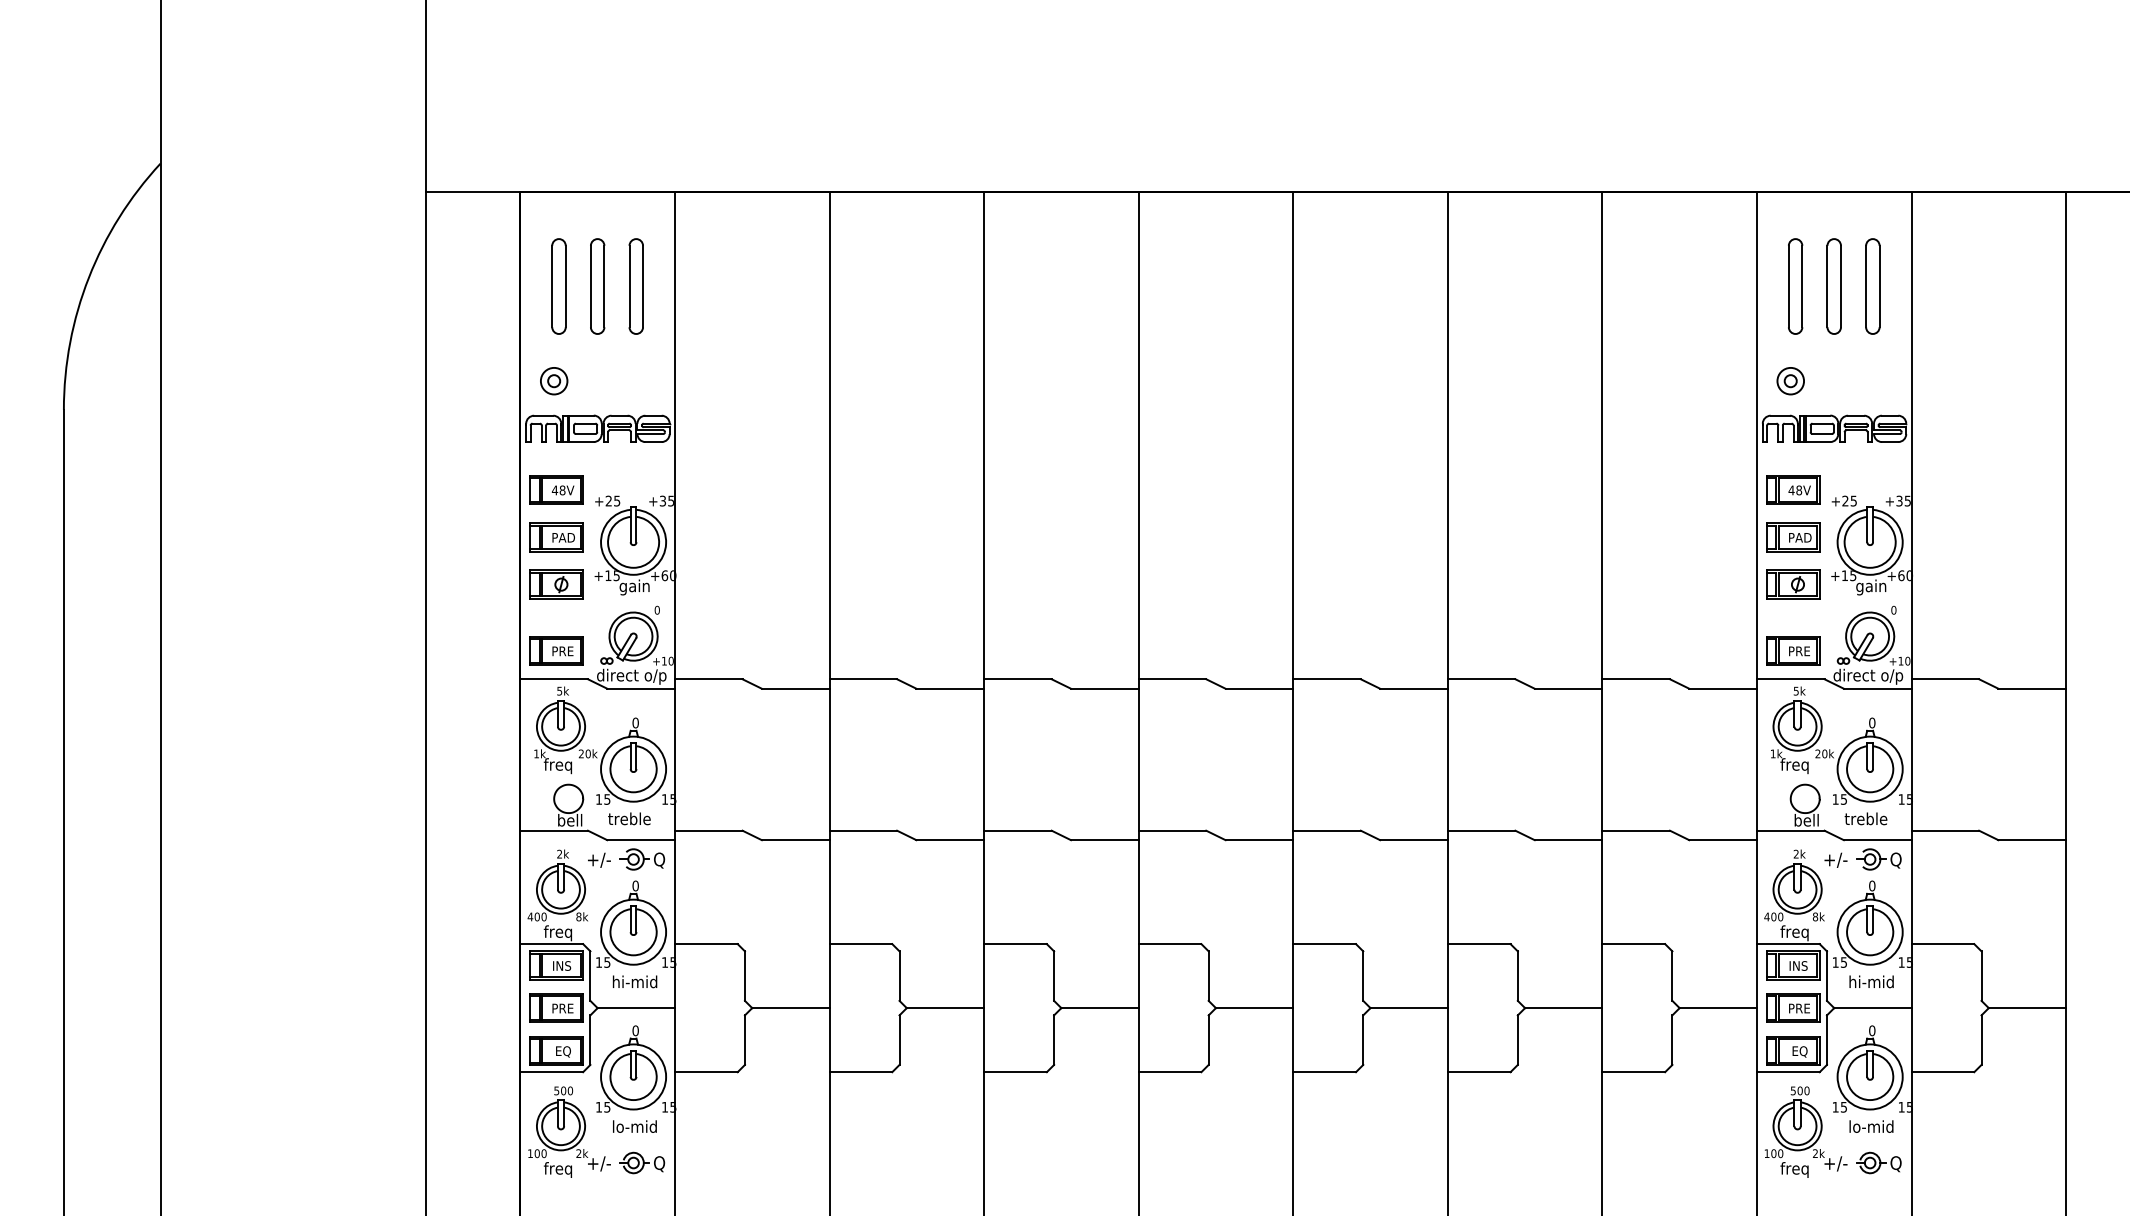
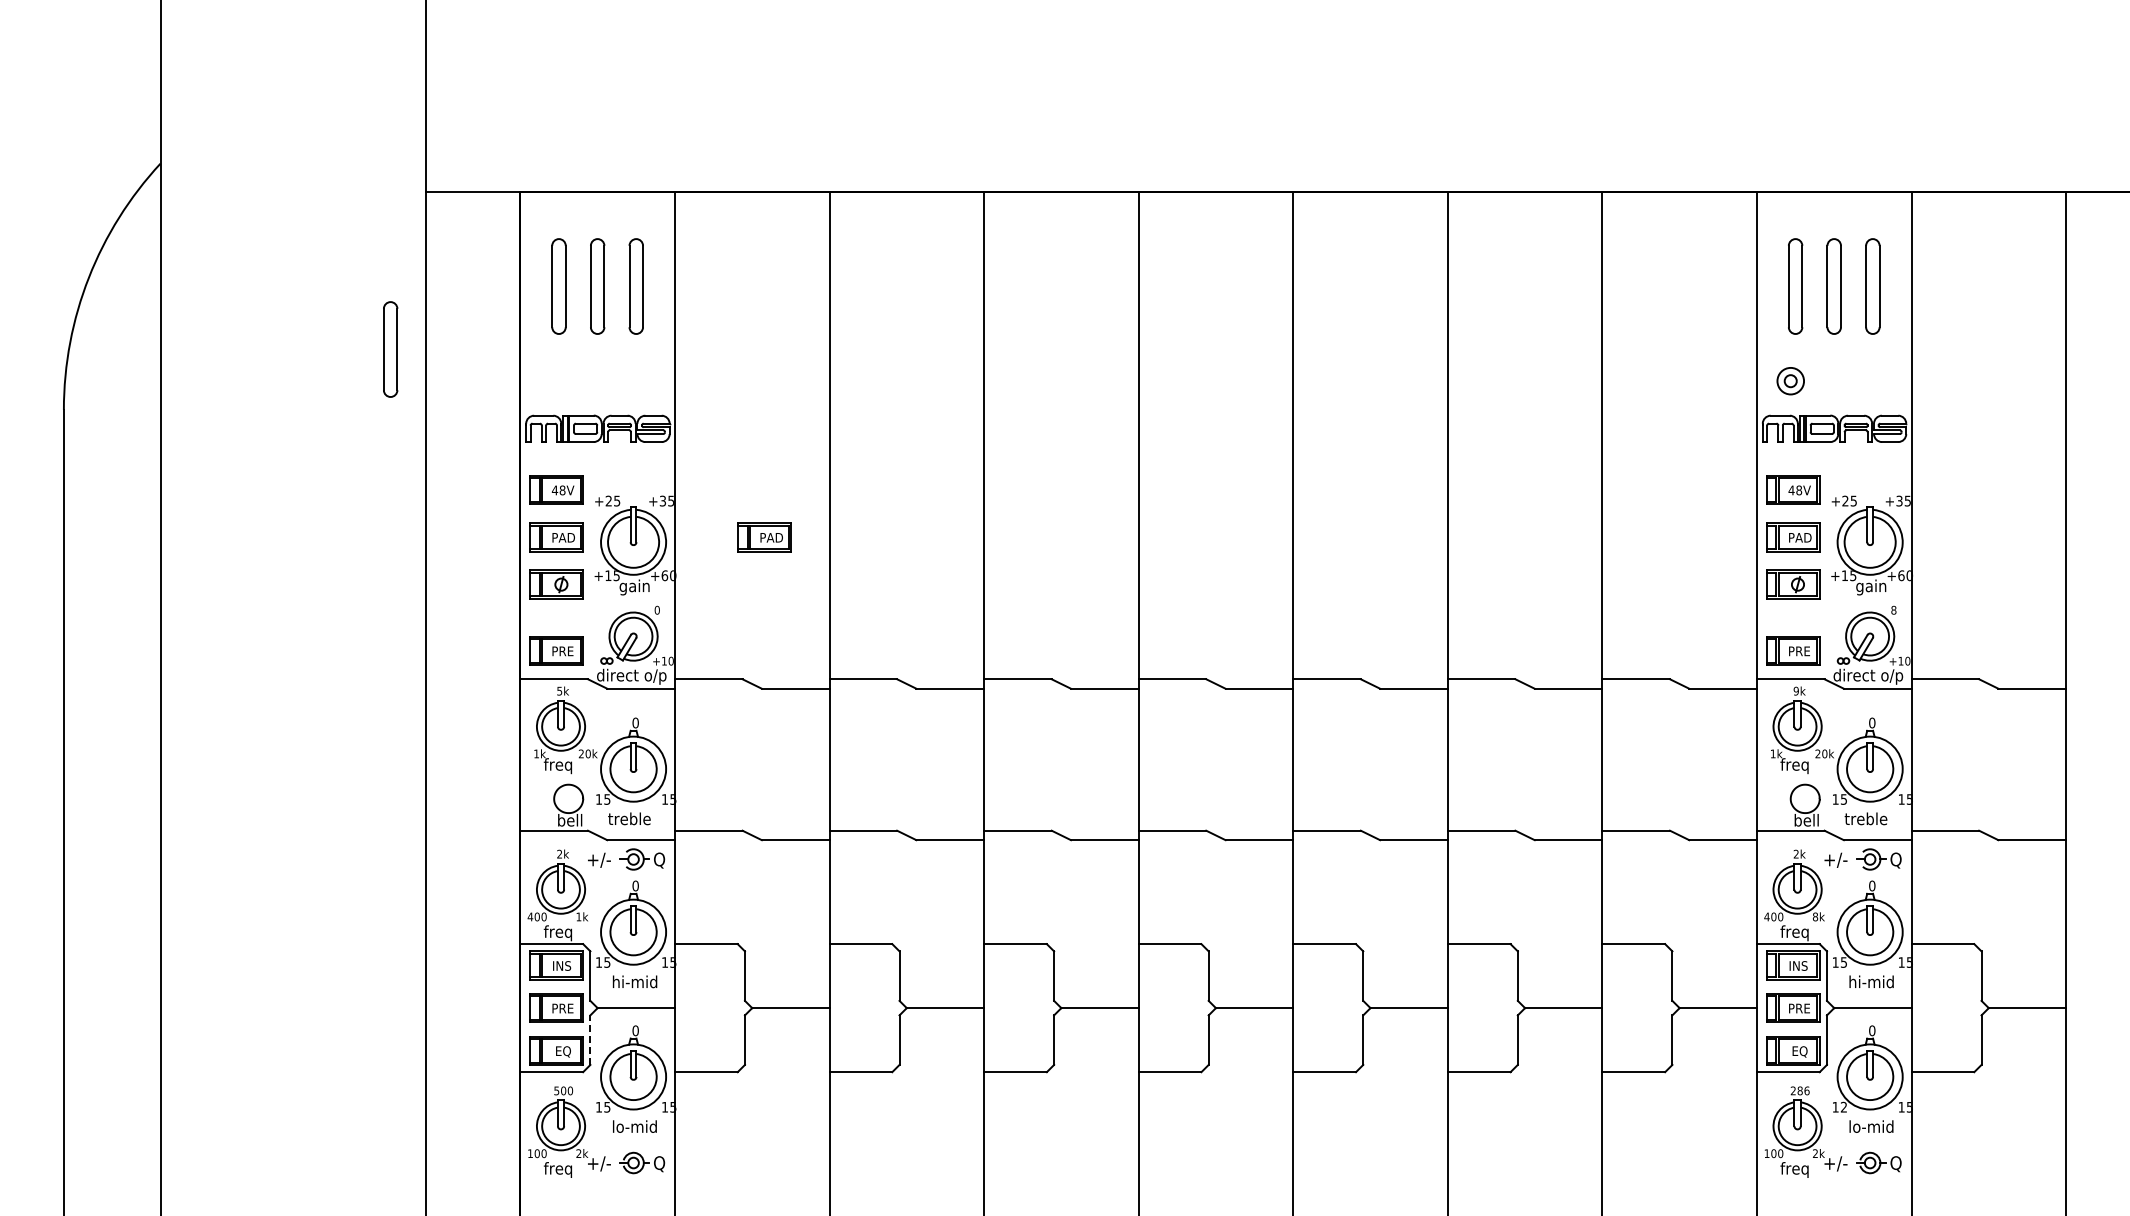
part at (390, 349): none -> present
part at (554, 381): present -> none
part at (764, 537): none -> present
text at (1893, 610): 0 -> 8
text at (1795, 690): 5k -> 9k
text at (578, 916): 8k -> 1k
line at (590, 1040): solid -> dashed
text at (1799, 1090): 500 -> 286
text at (1843, 1106): 15 -> 12
